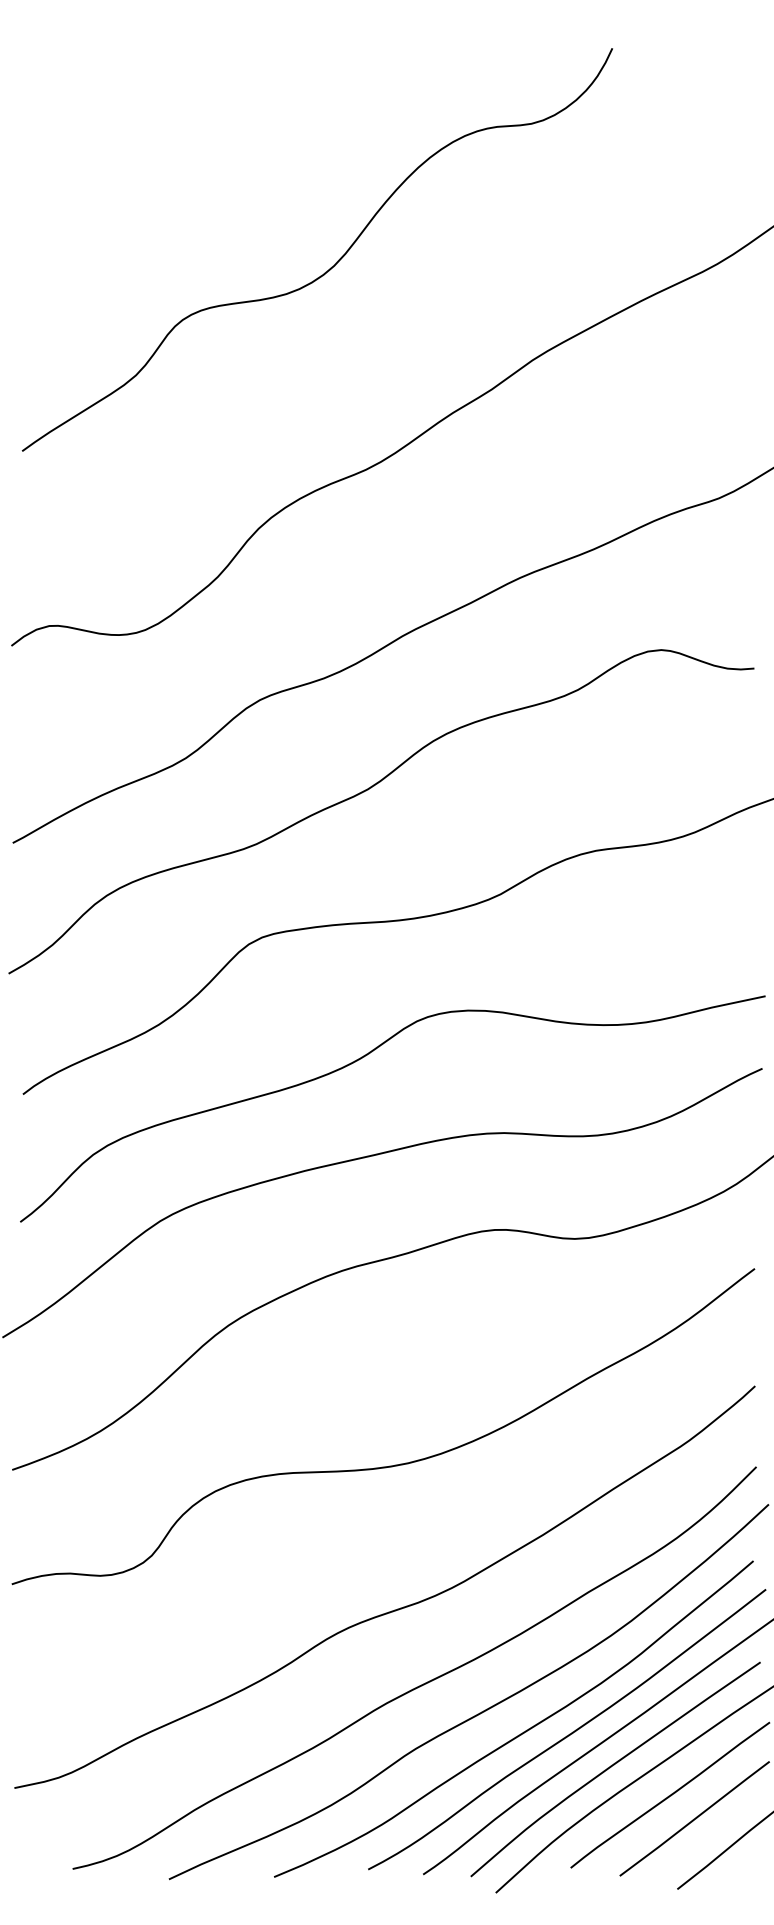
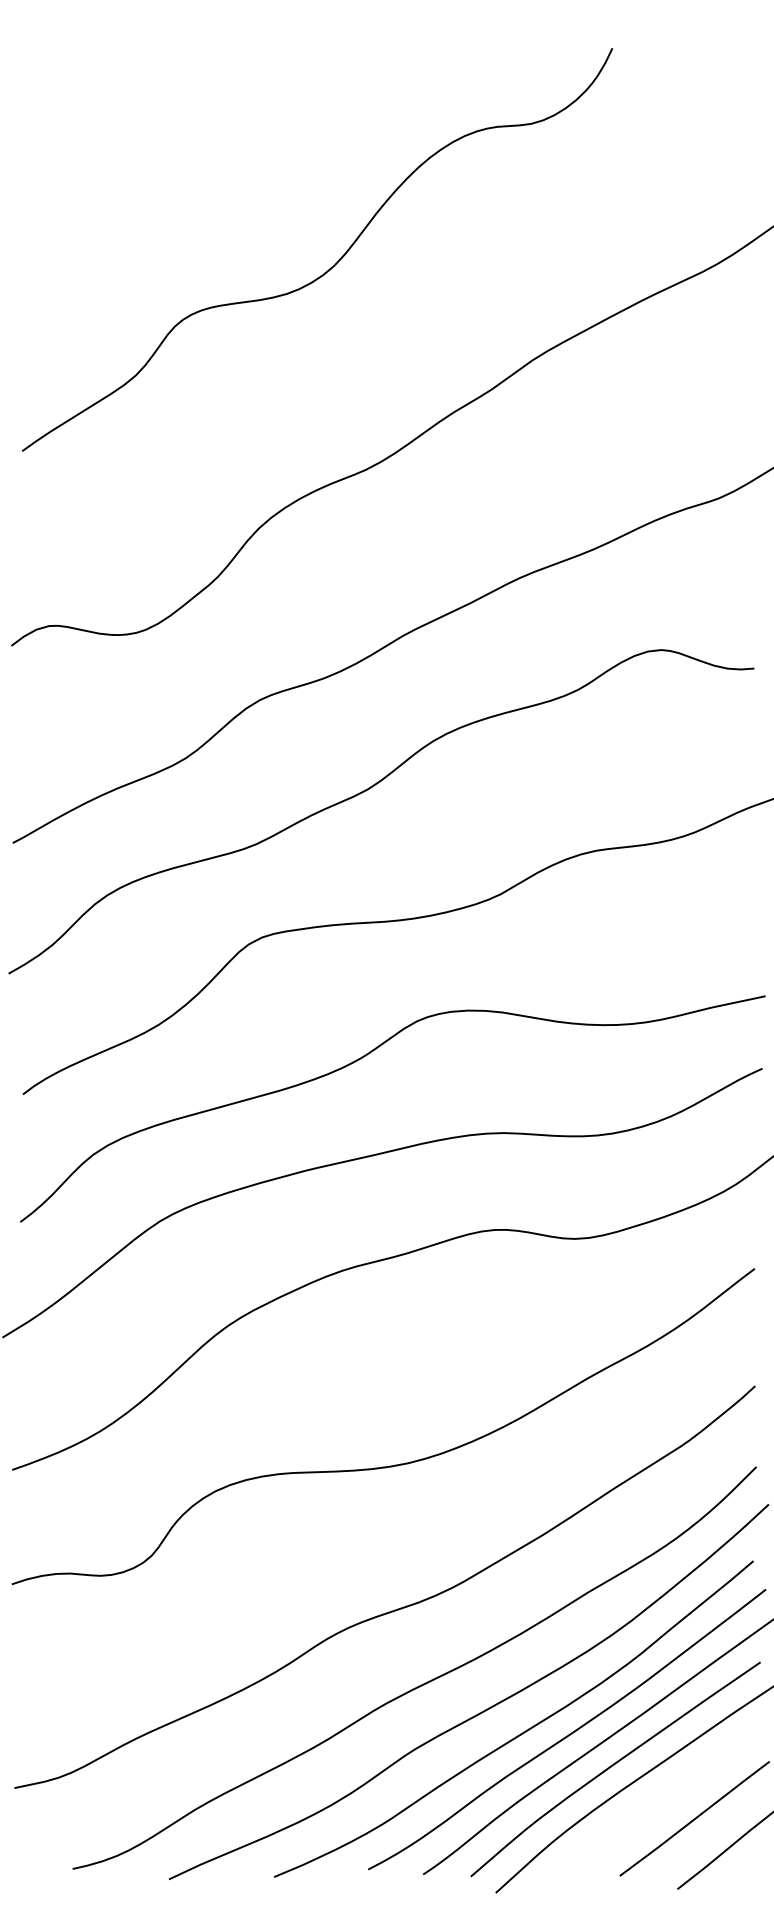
curve at (670, 1794): present -> none
